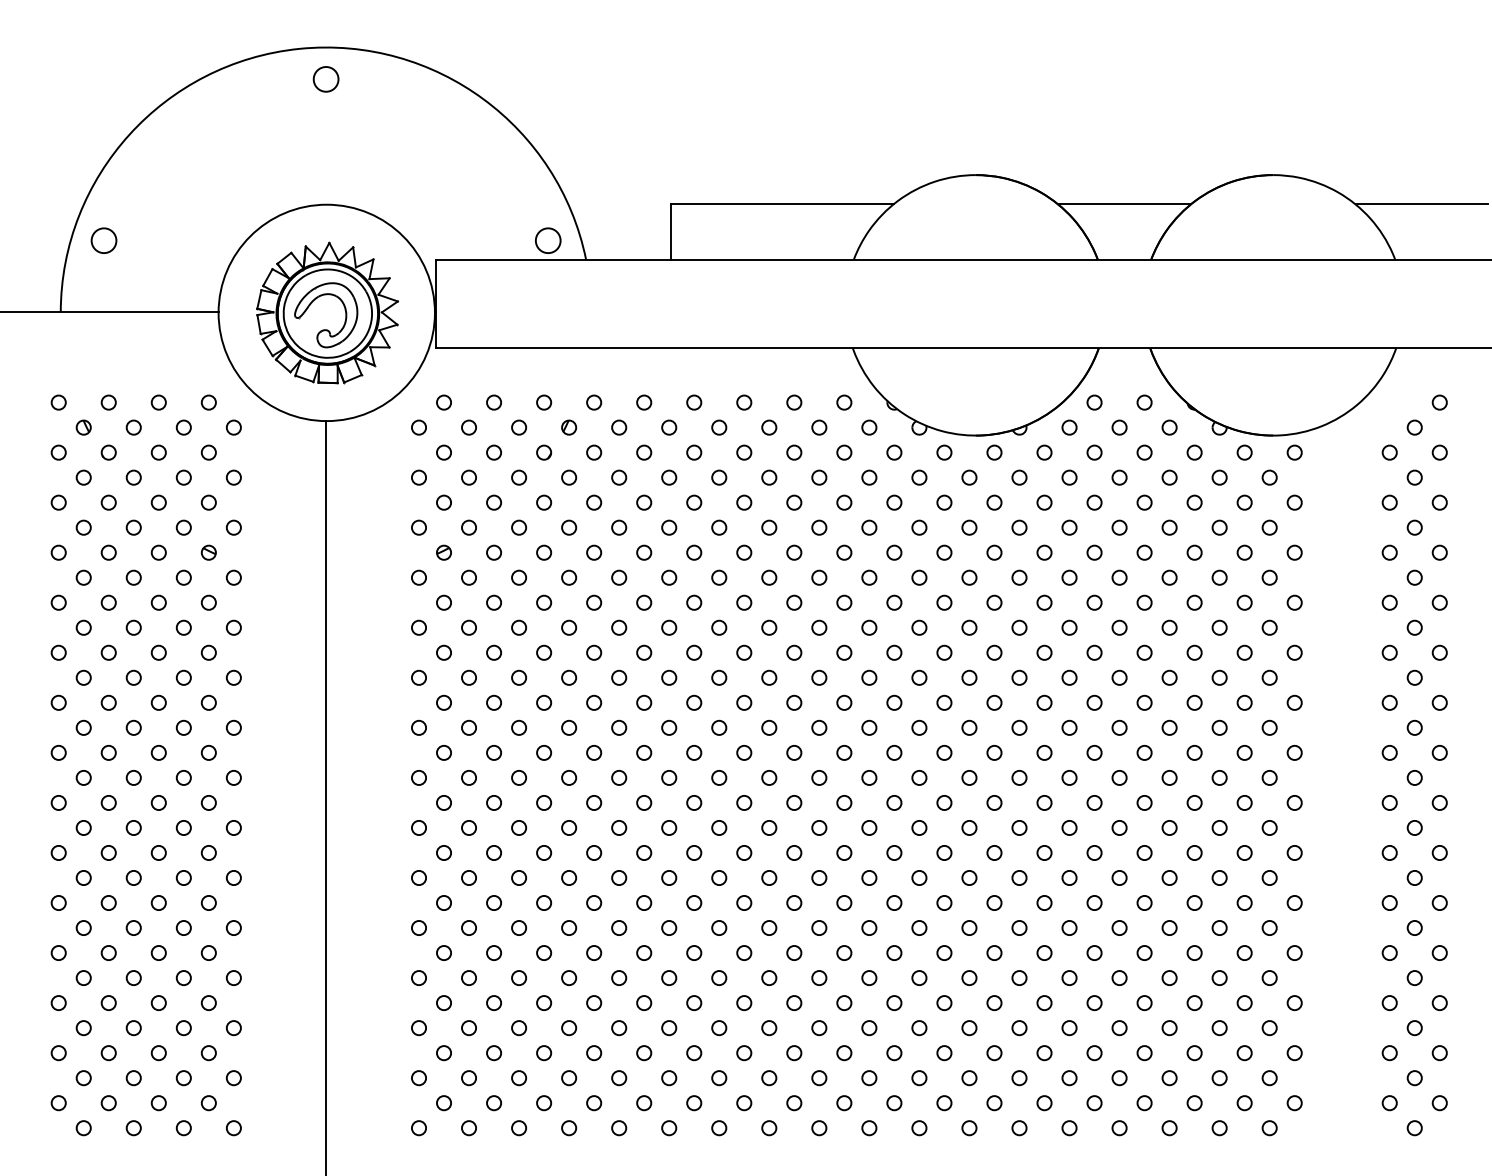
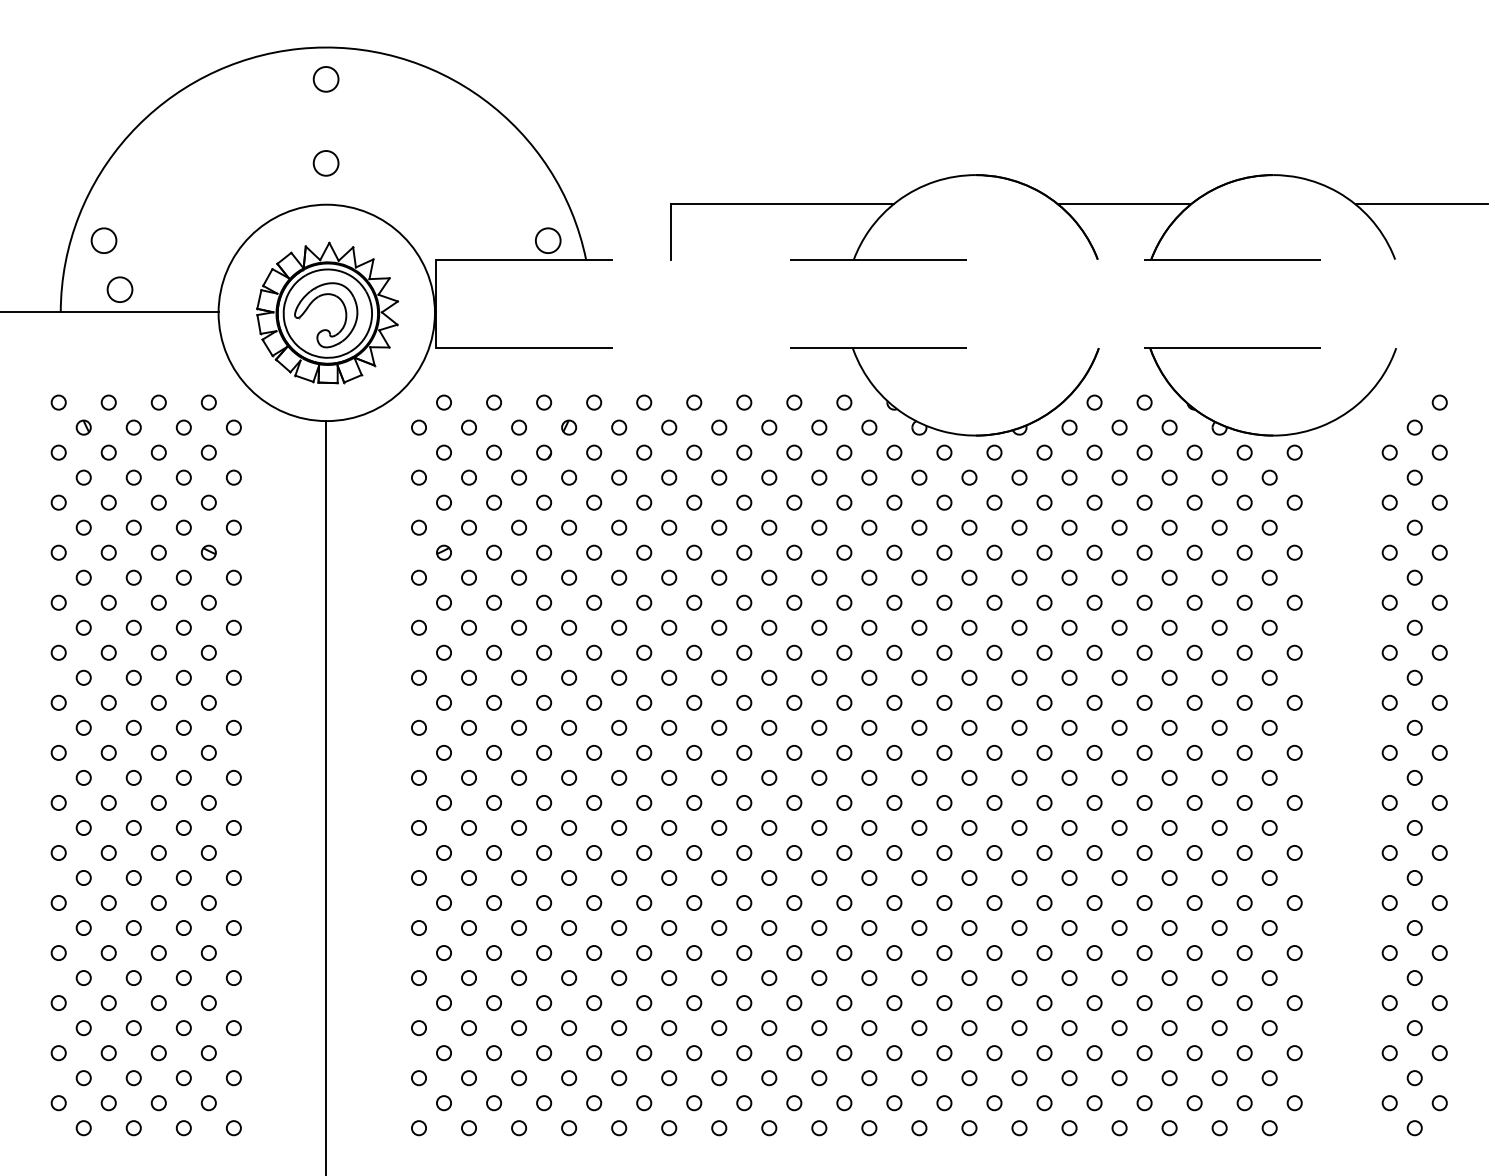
circle at (325, 163): none -> present
line at (963, 259): solid -> dashed
circle at (119, 289): none -> present
line at (963, 348): solid -> dashed
